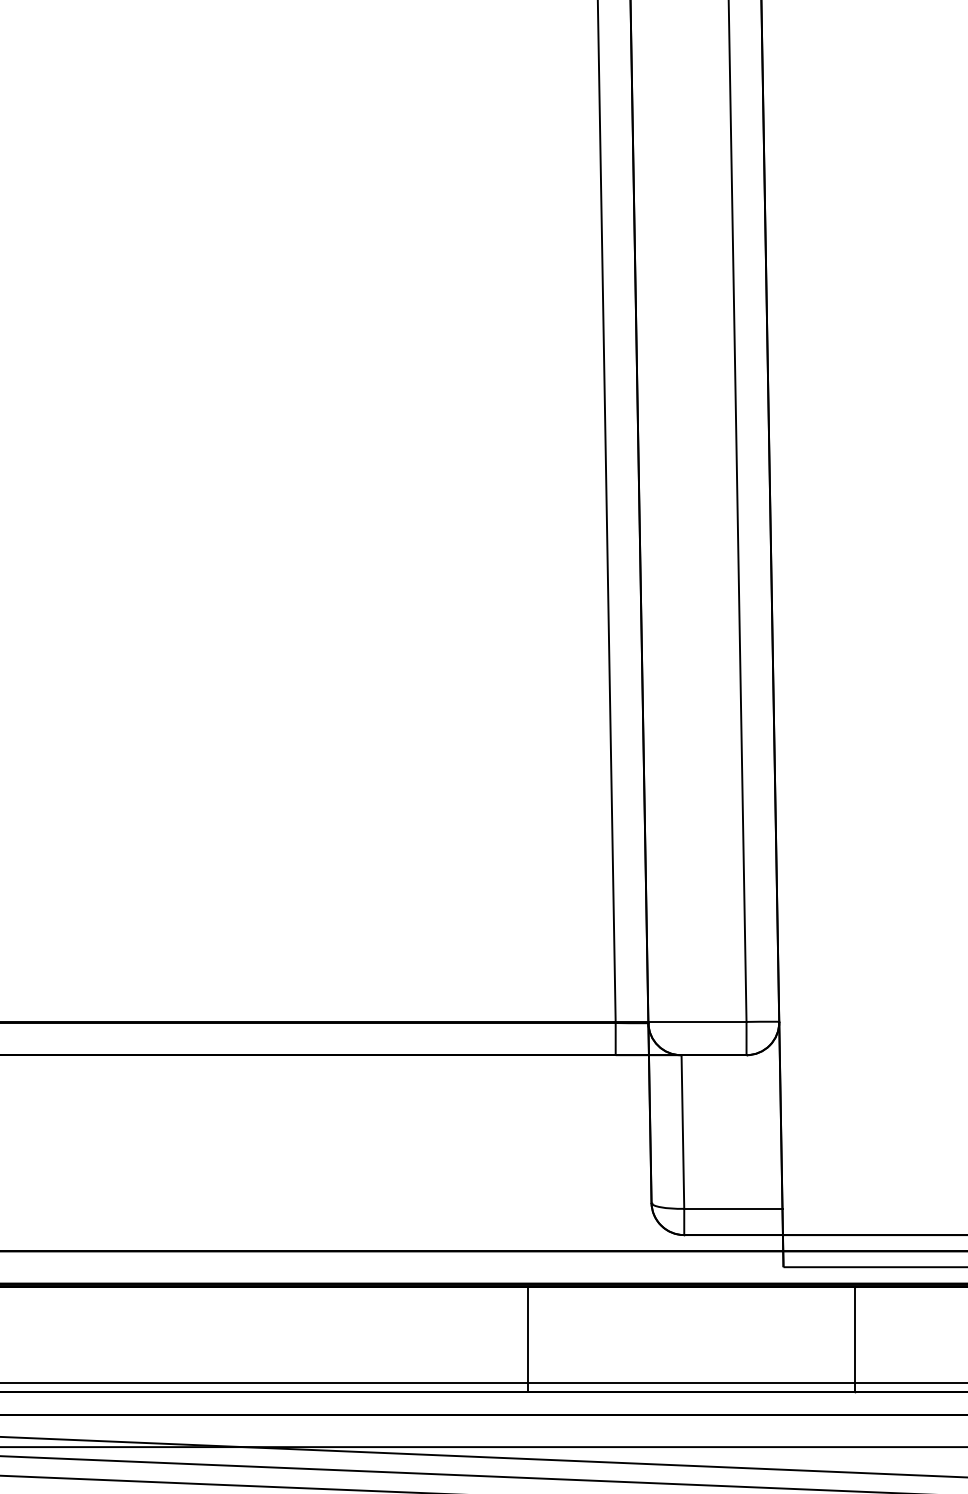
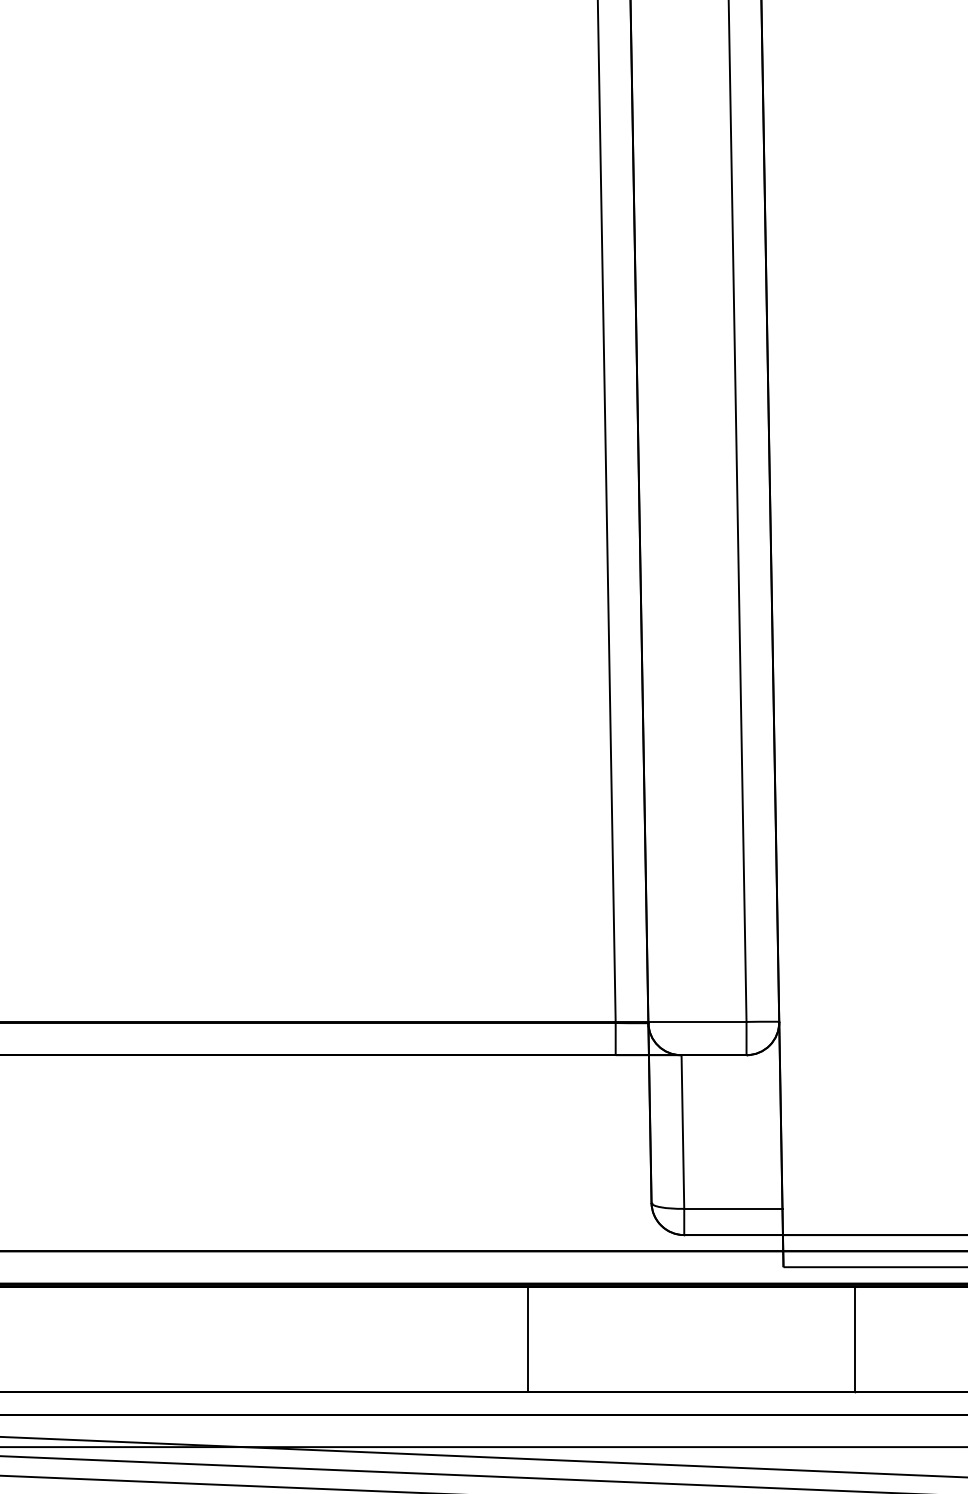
line at (483, 1382): present -> none
